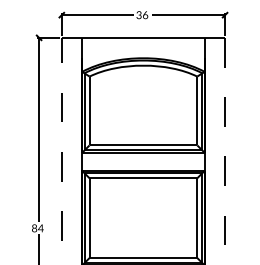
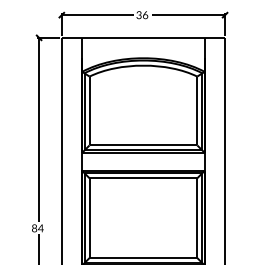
line at (61, 150): dashed -> solid
line at (225, 151): dashed -> solid
